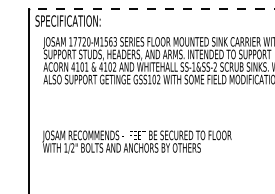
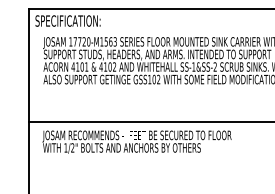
line at (152, 8): dashed -> solid
line at (150, 121): none -> present
